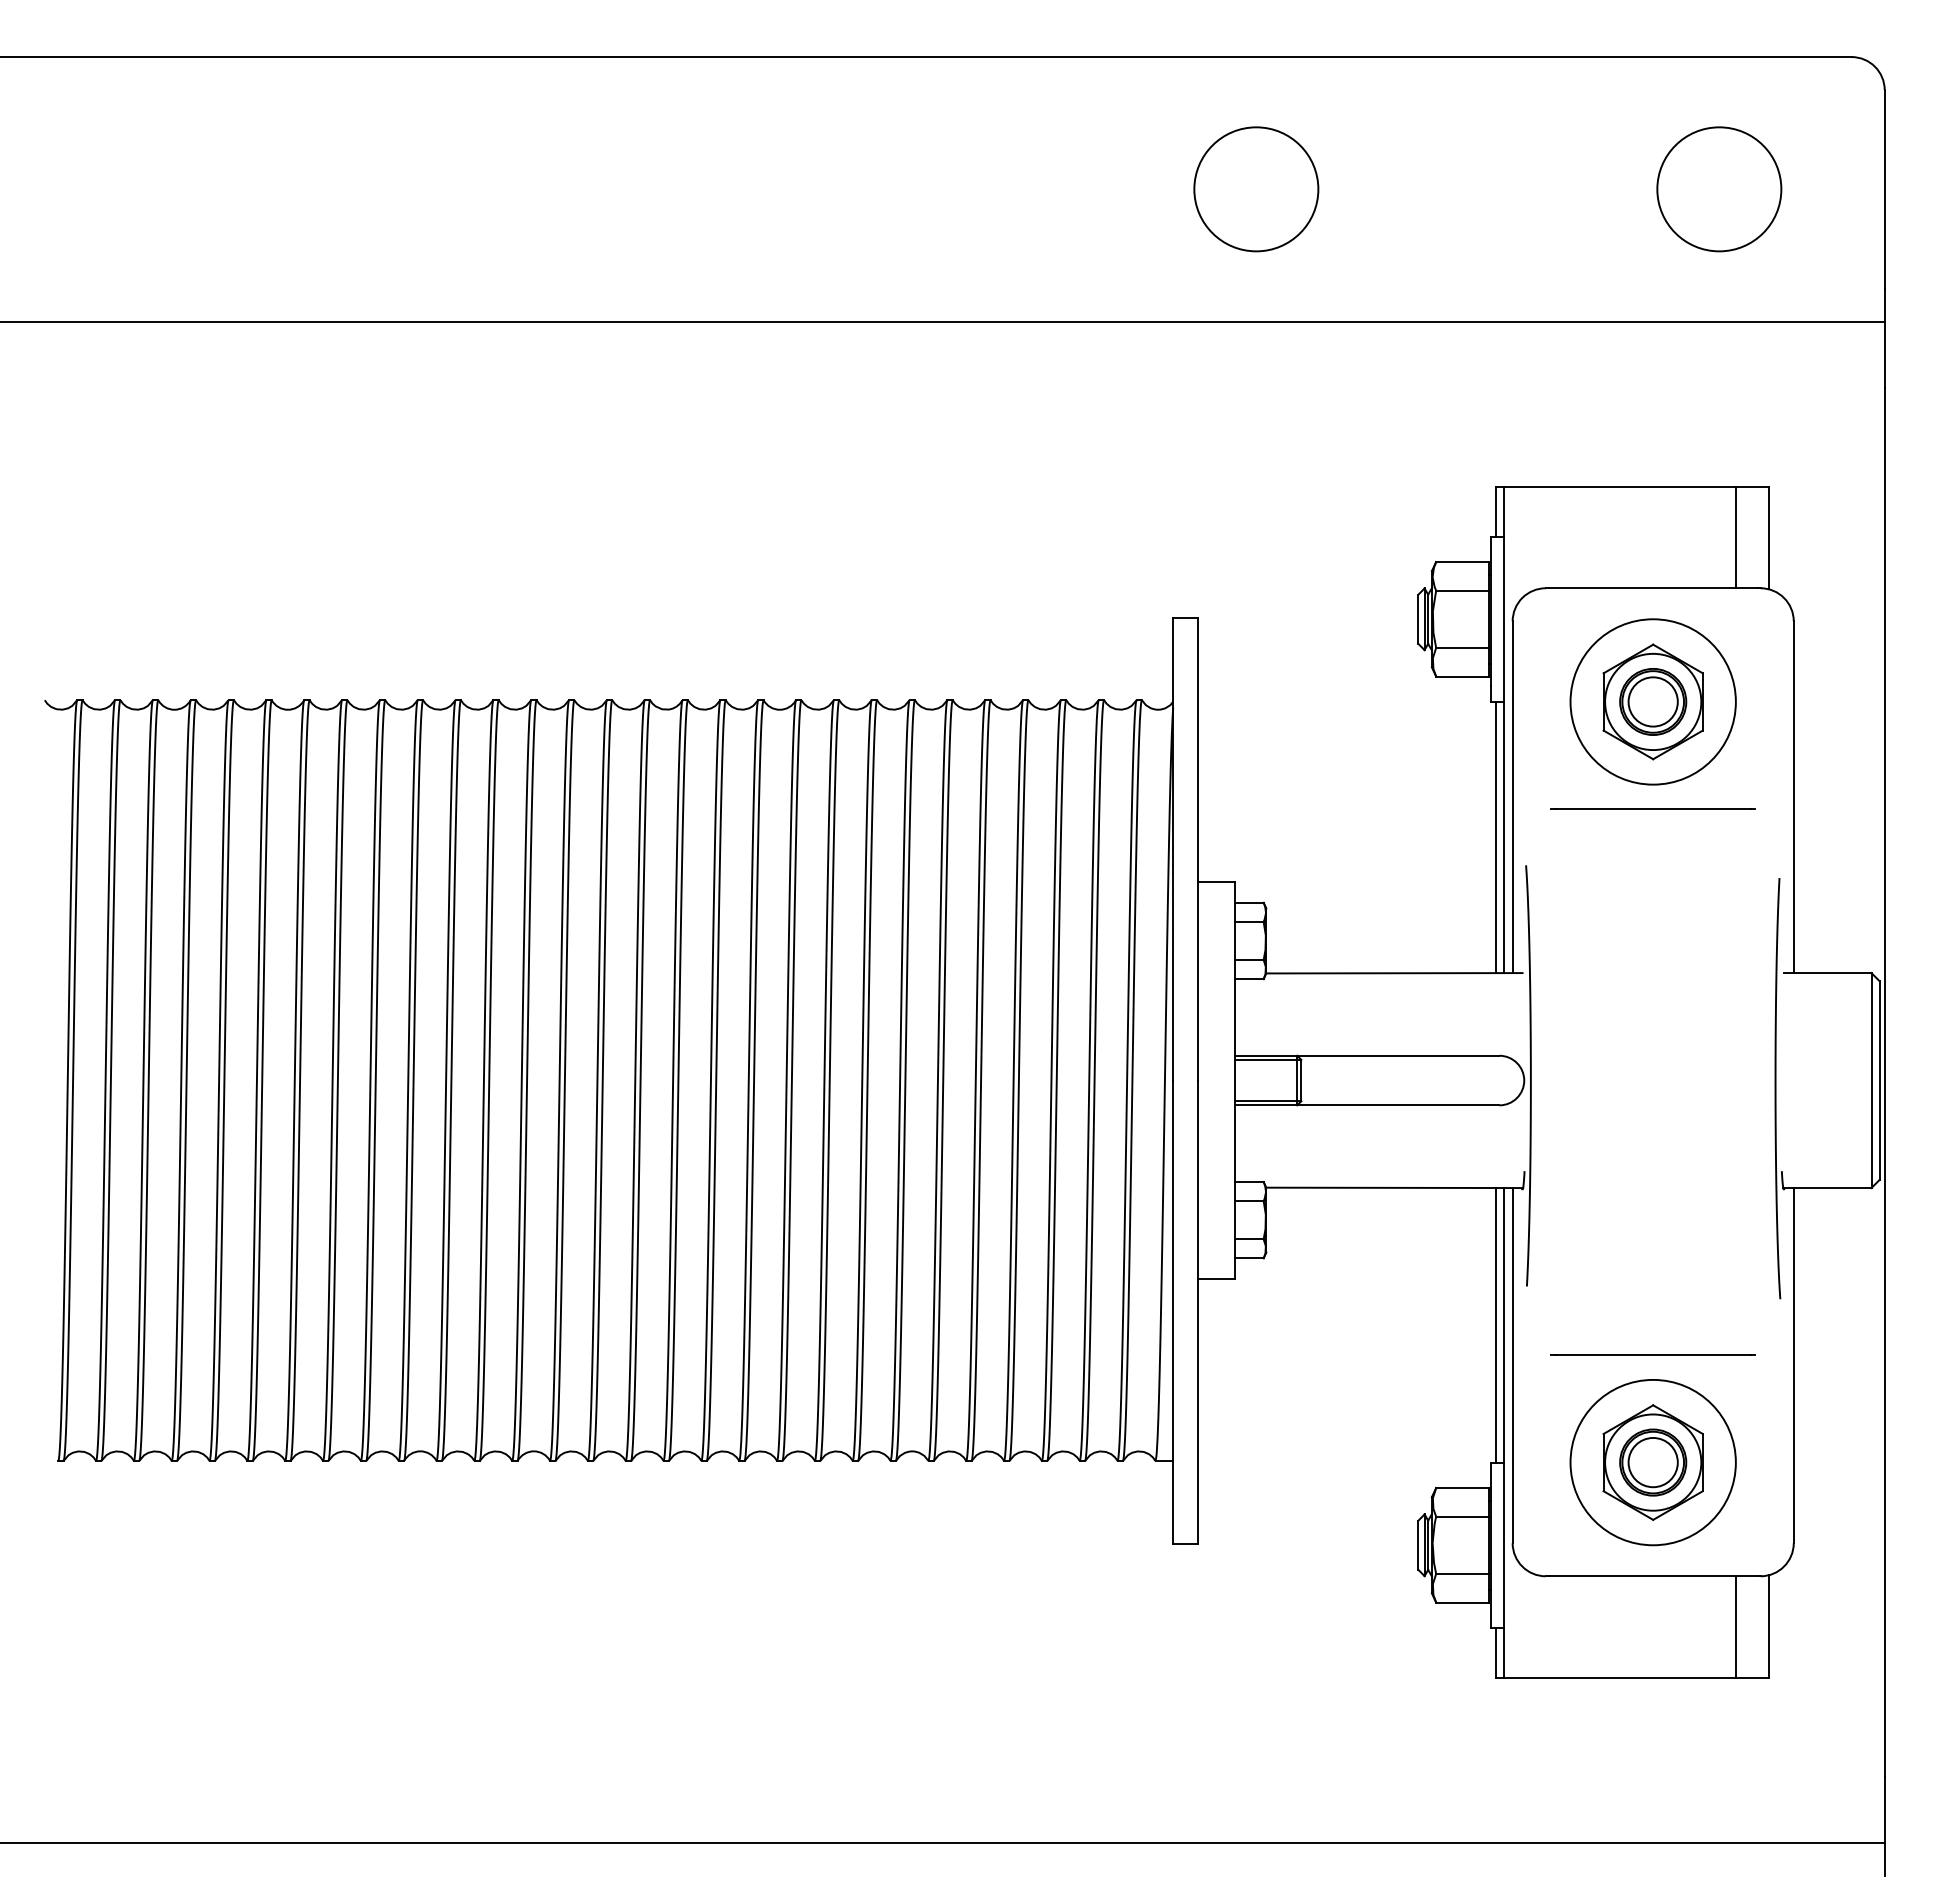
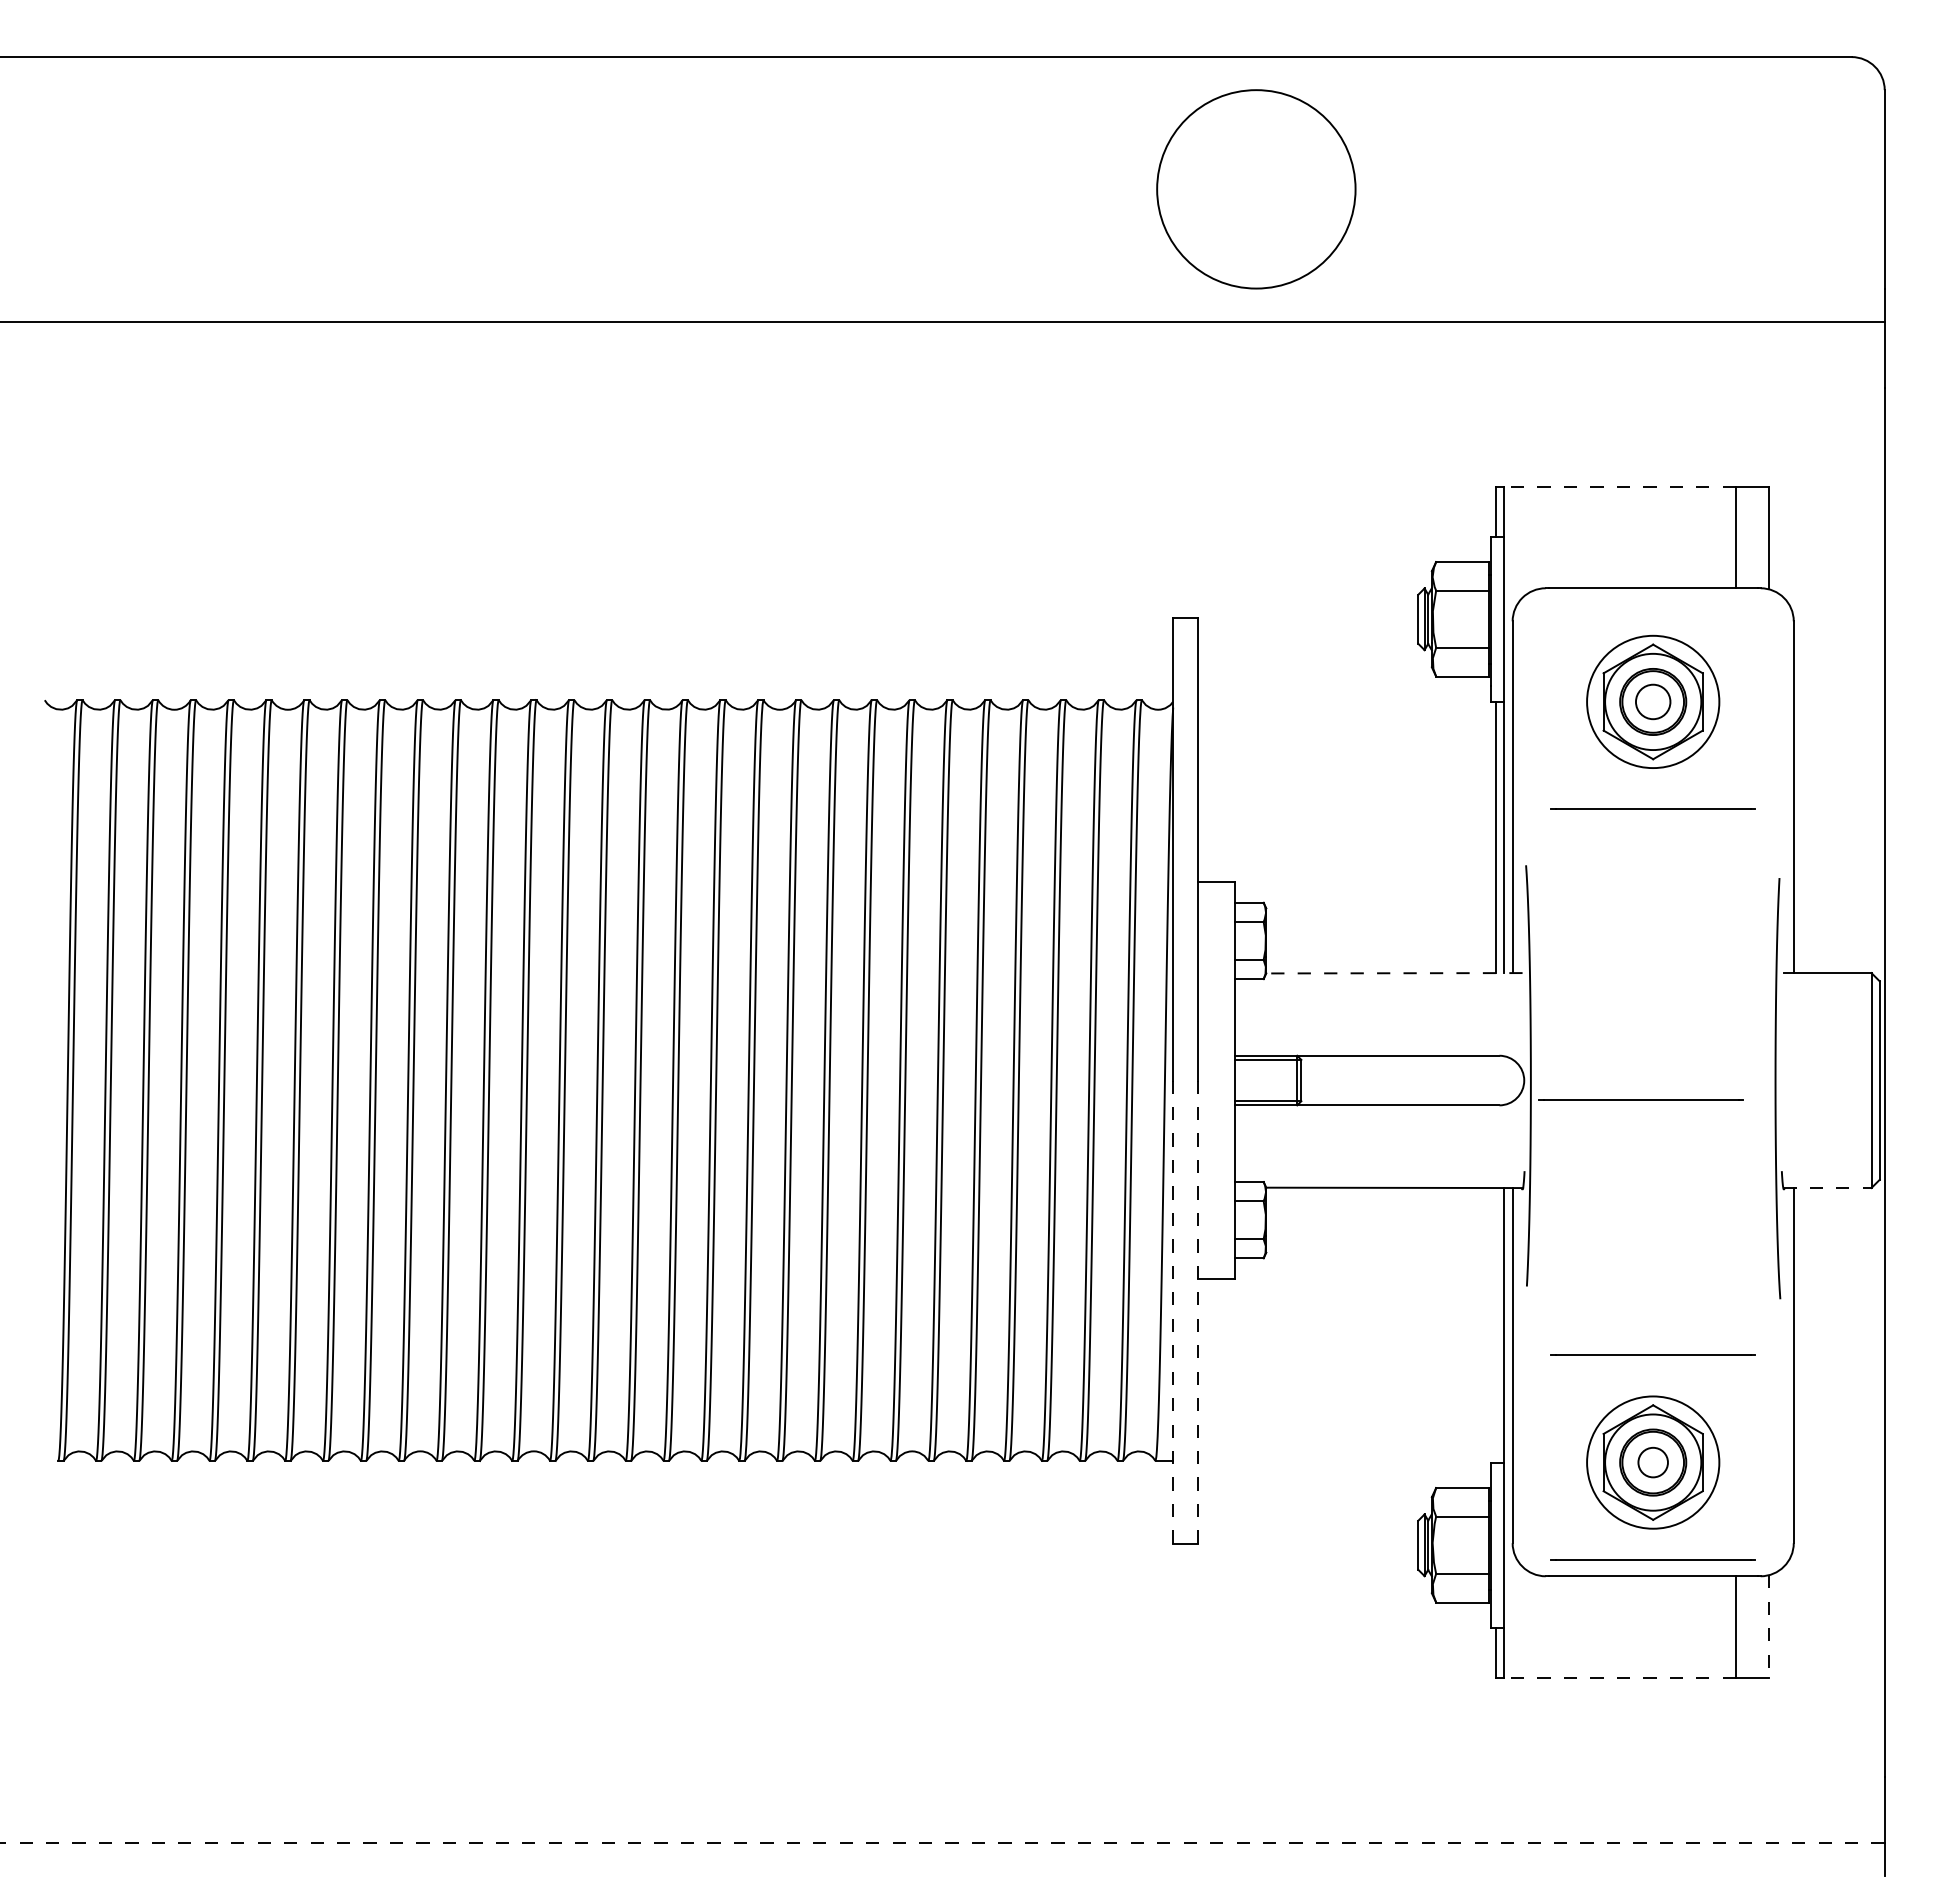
circle at (1256, 189) diameter: 124 px -> 198 px
circle at (1719, 189): present -> none
line at (1620, 487): solid -> dashed
circle at (1652, 701) diameter: 165 px -> 132 px
circle at (1652, 701) diameter: 49 px -> 34 px
line at (1393, 973): solid -> dashed
line at (1640, 1099): none -> present
line at (1827, 1188): solid -> dashed
line at (1173, 1311): solid -> dashed
line at (1198, 1311): solid -> dashed
line at (1496, 1325): present -> none
circle at (1652, 1462) diameter: 165 px -> 132 px
circle at (1652, 1462) diameter: 49 px -> 30 px
line at (1652, 1559): none -> present
line at (1768, 1626): solid -> dashed
line at (1620, 1677): solid -> dashed
line at (942, 1842): solid -> dashed
